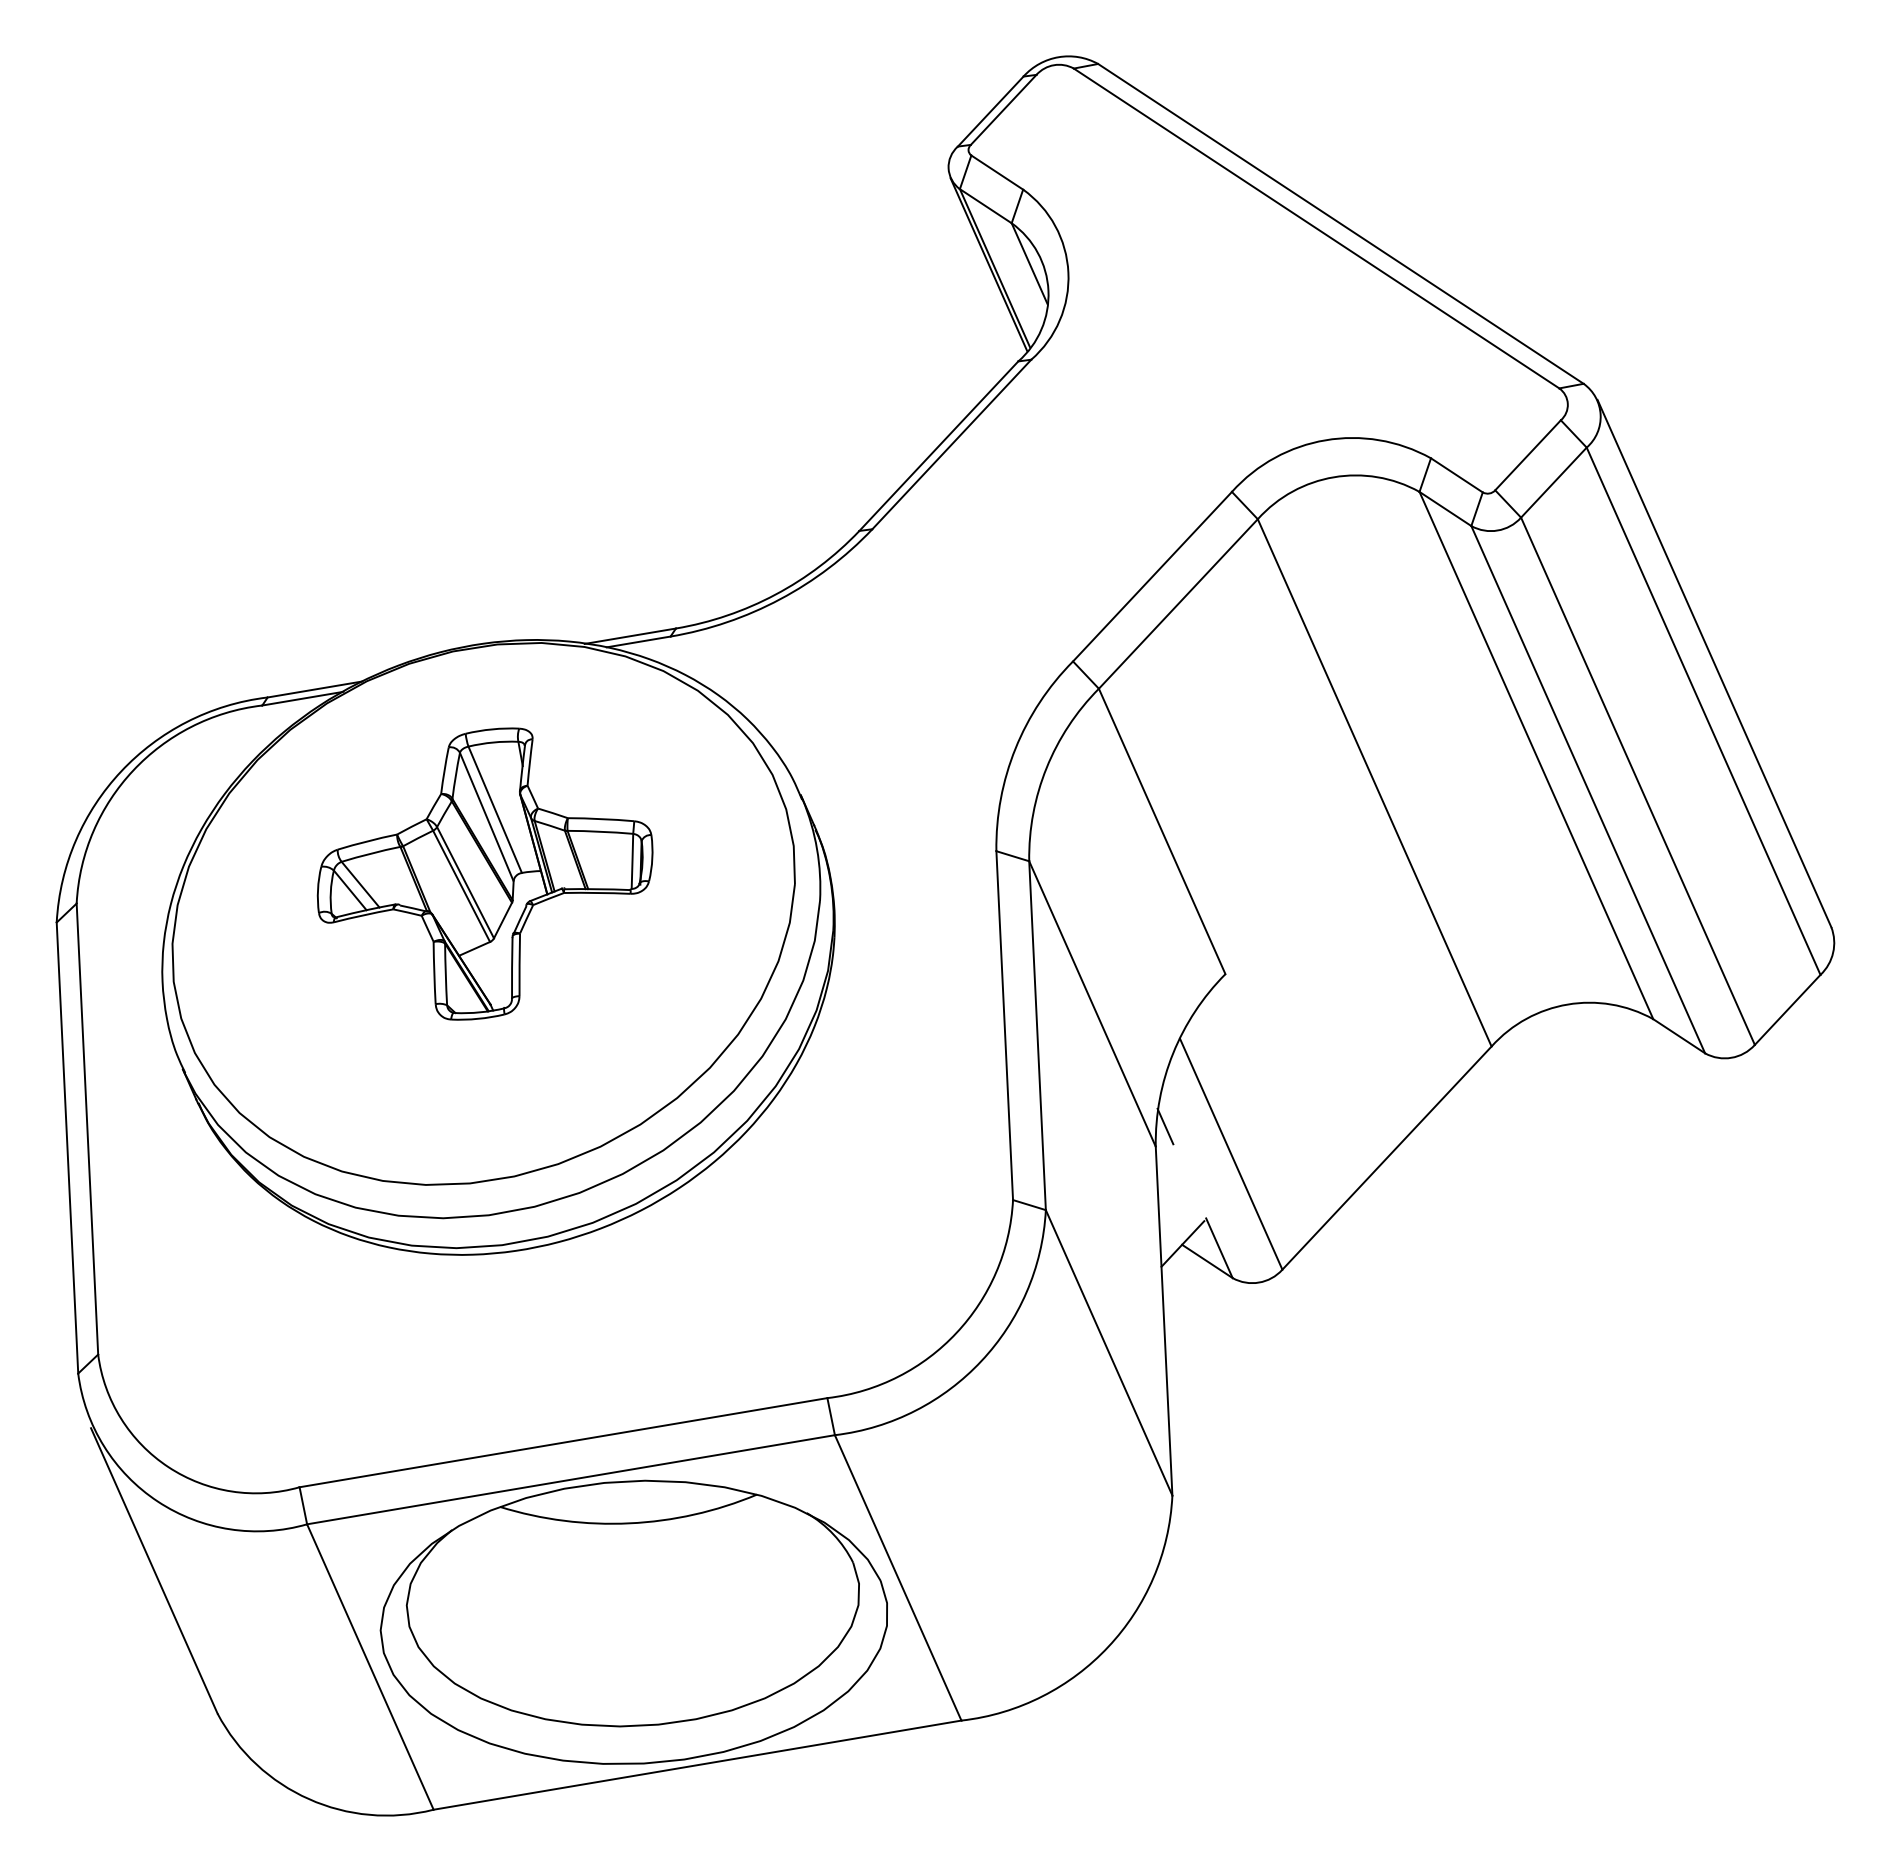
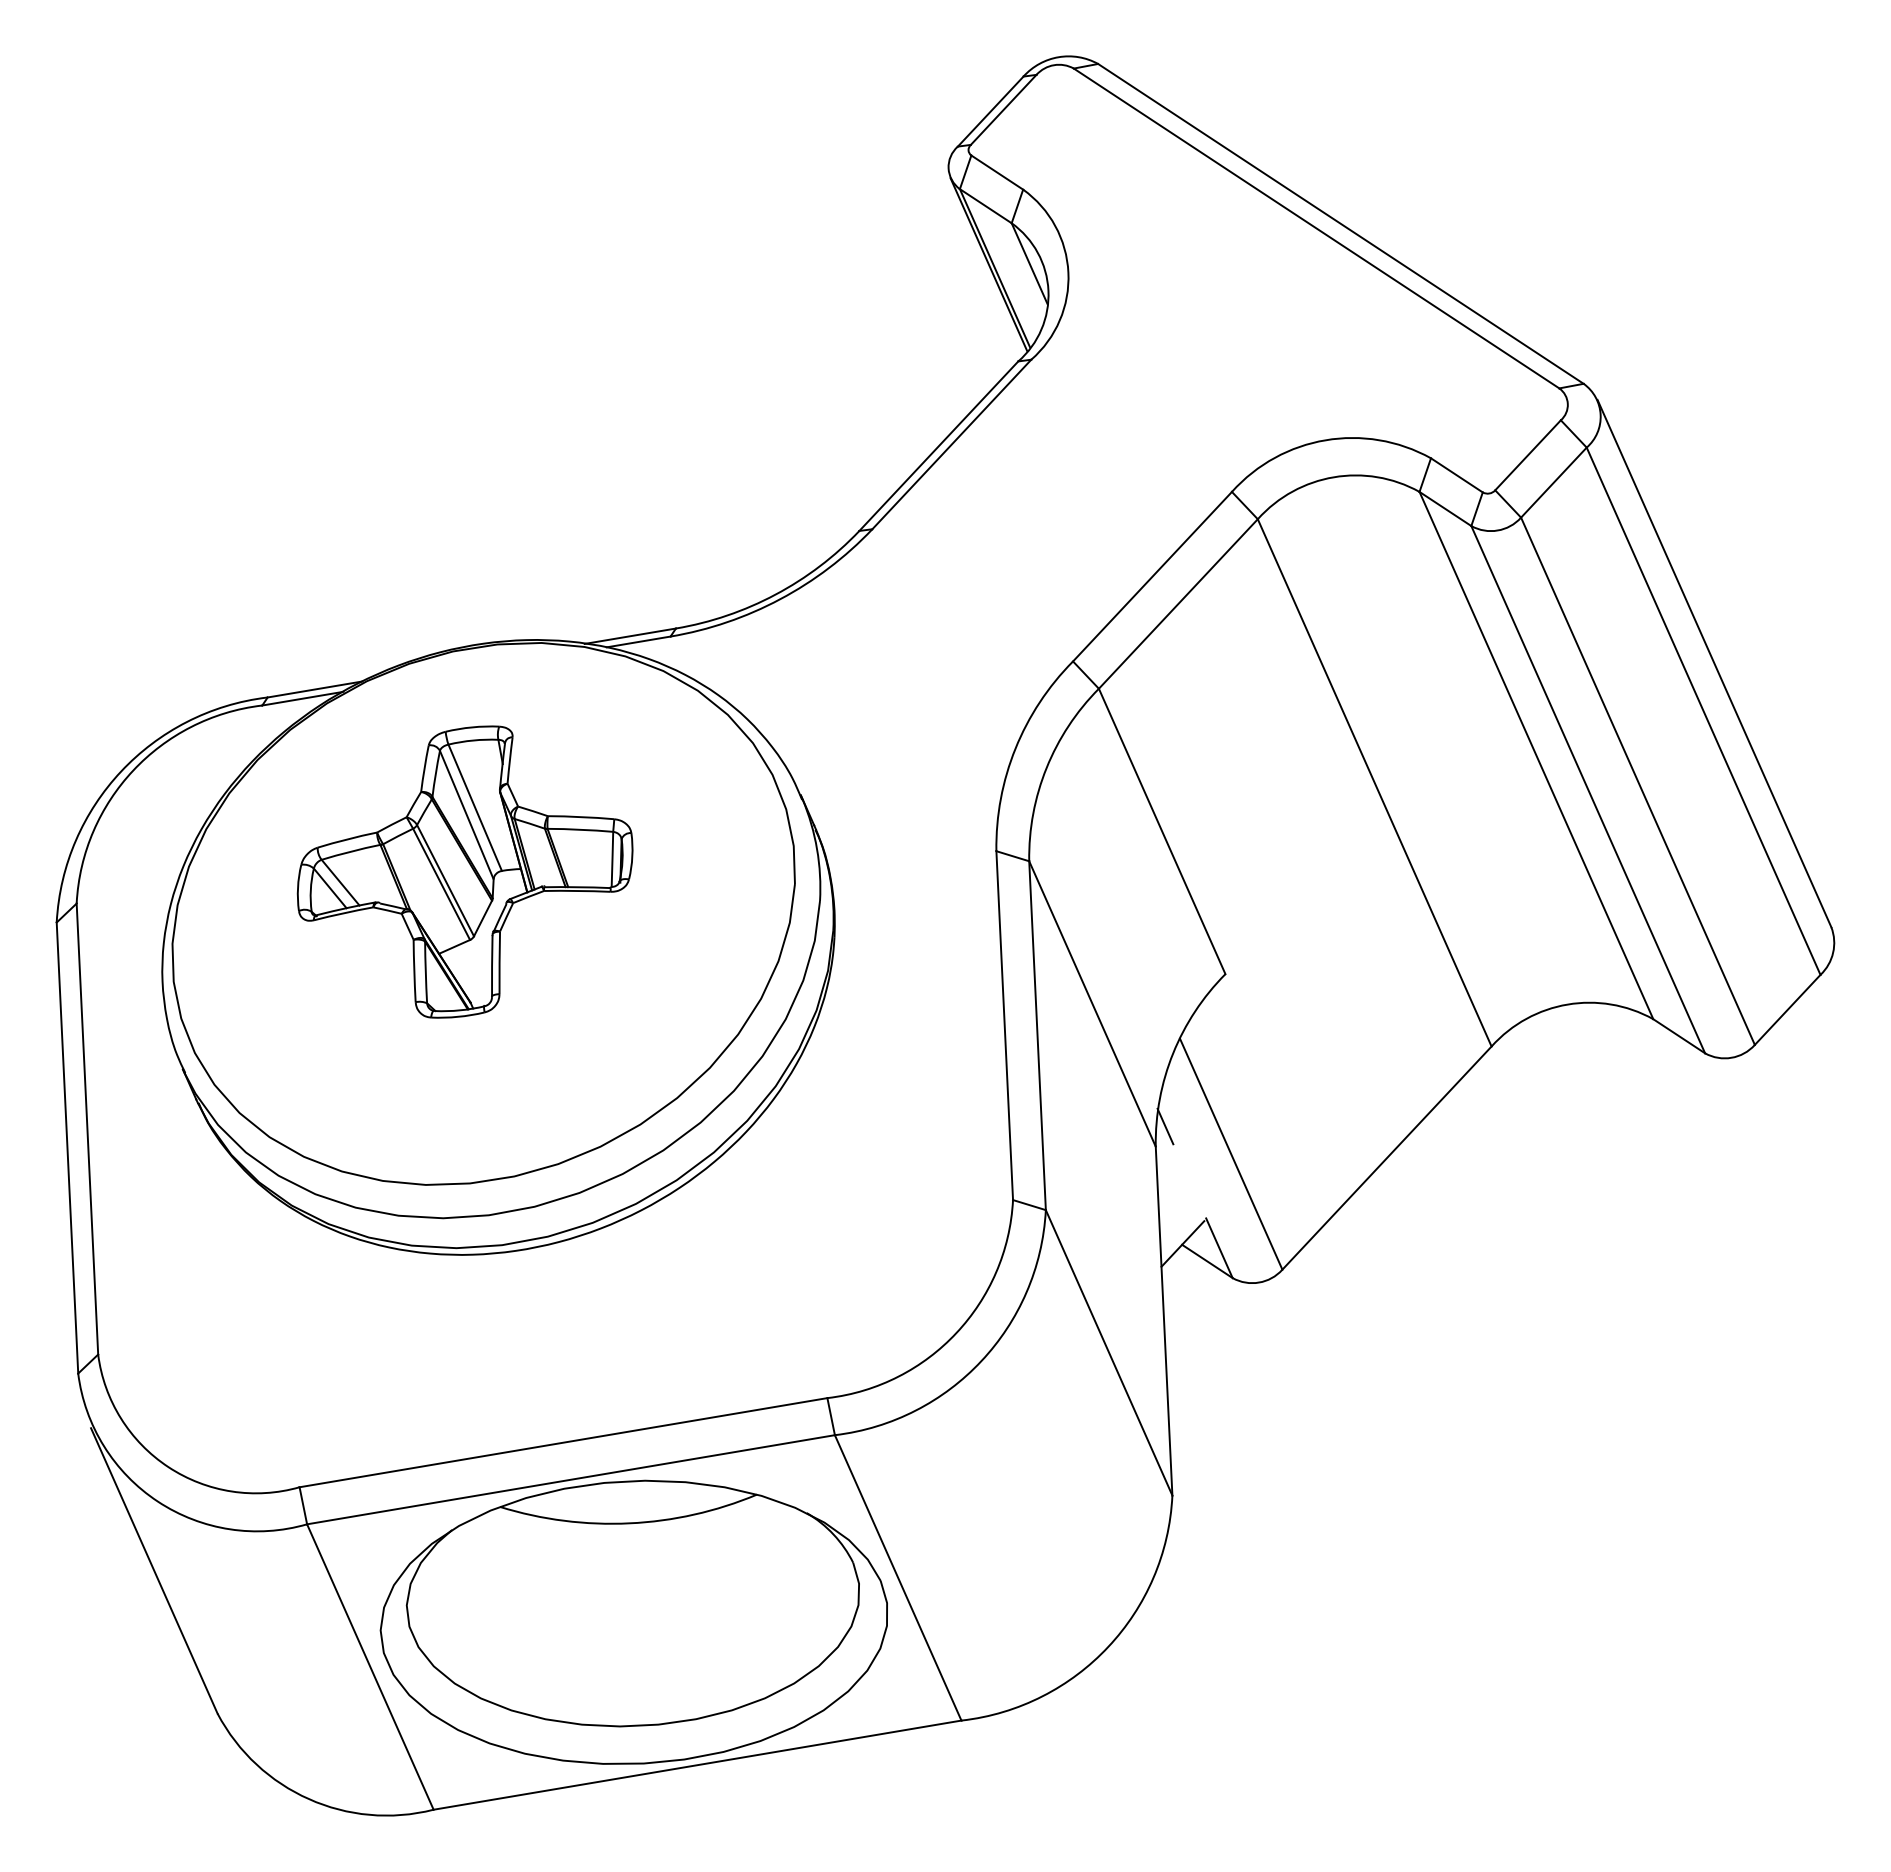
part at (484, 873) position: (484, 873) -> (464, 871)
